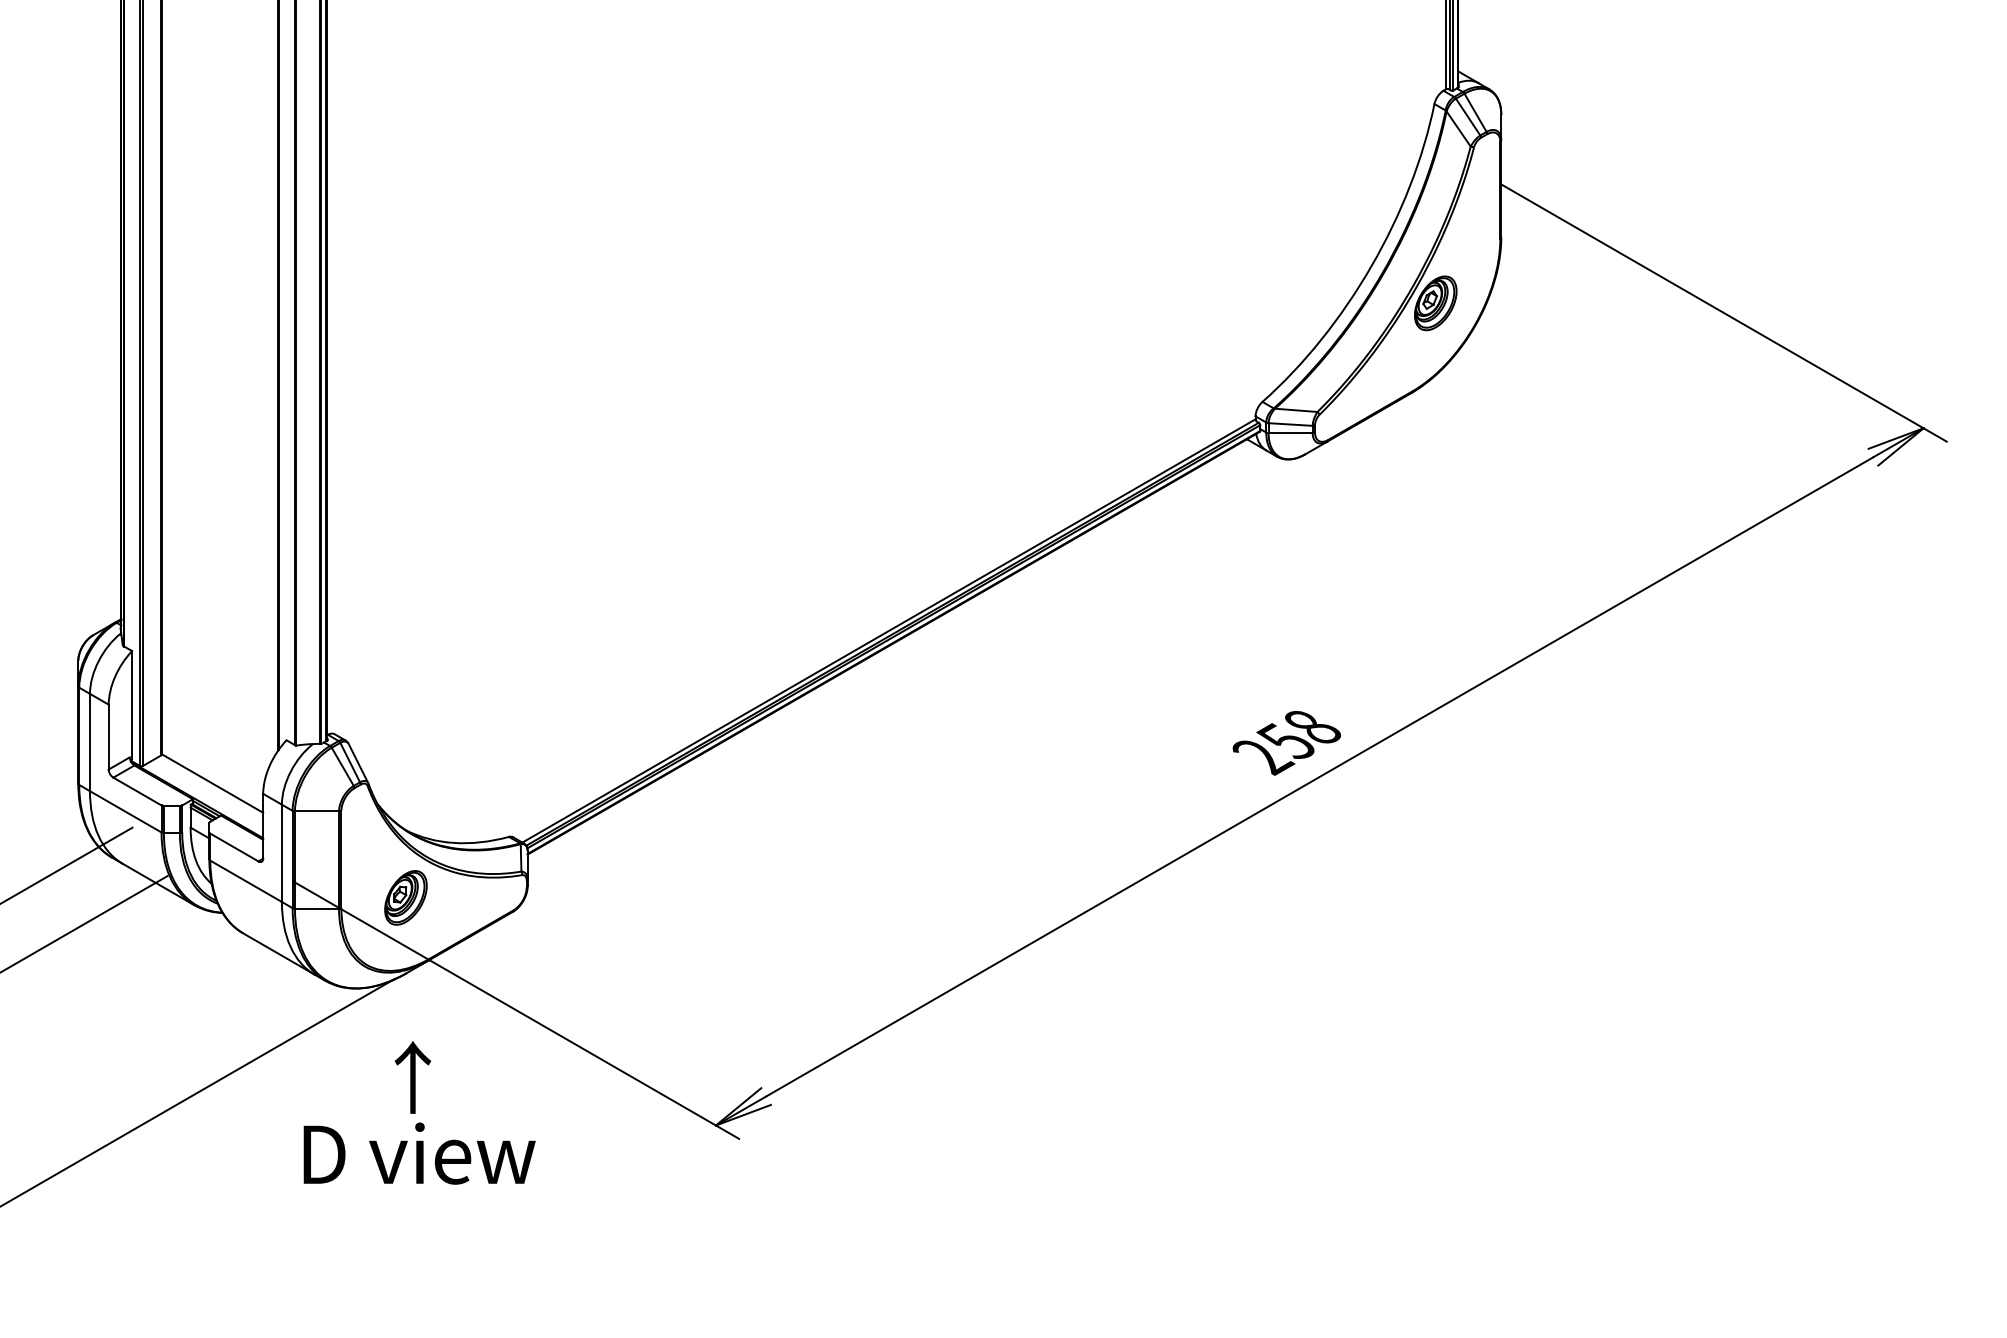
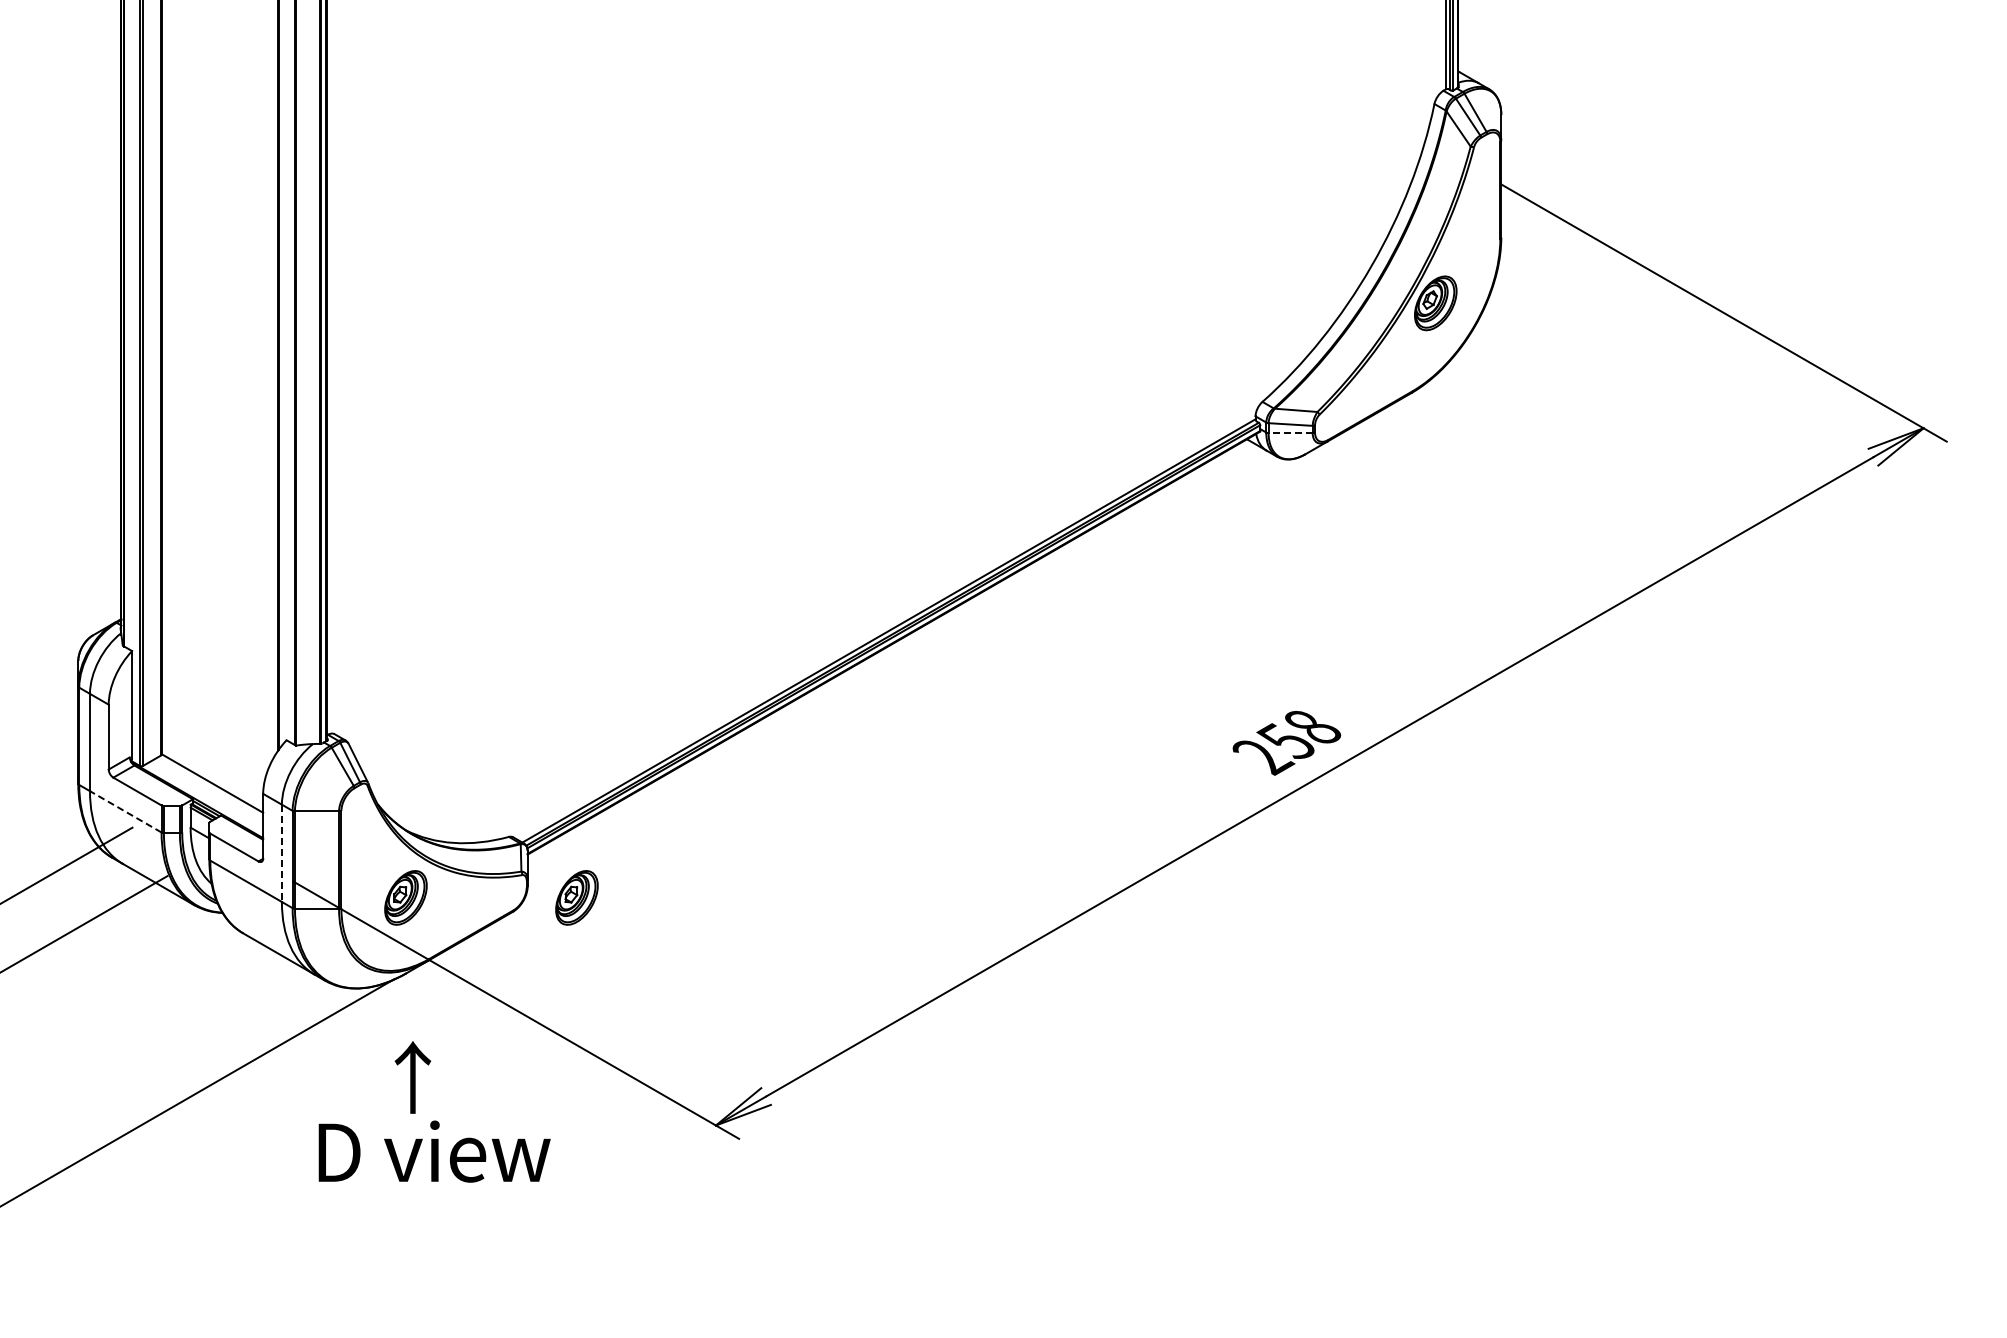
line at (1290, 433): solid -> dashed
line at (125, 811): solid -> dashed
line at (281, 853): solid -> dashed
part at (576, 897): none -> present
text at (419, 1153) position: (419, 1153) -> (434, 1151)
